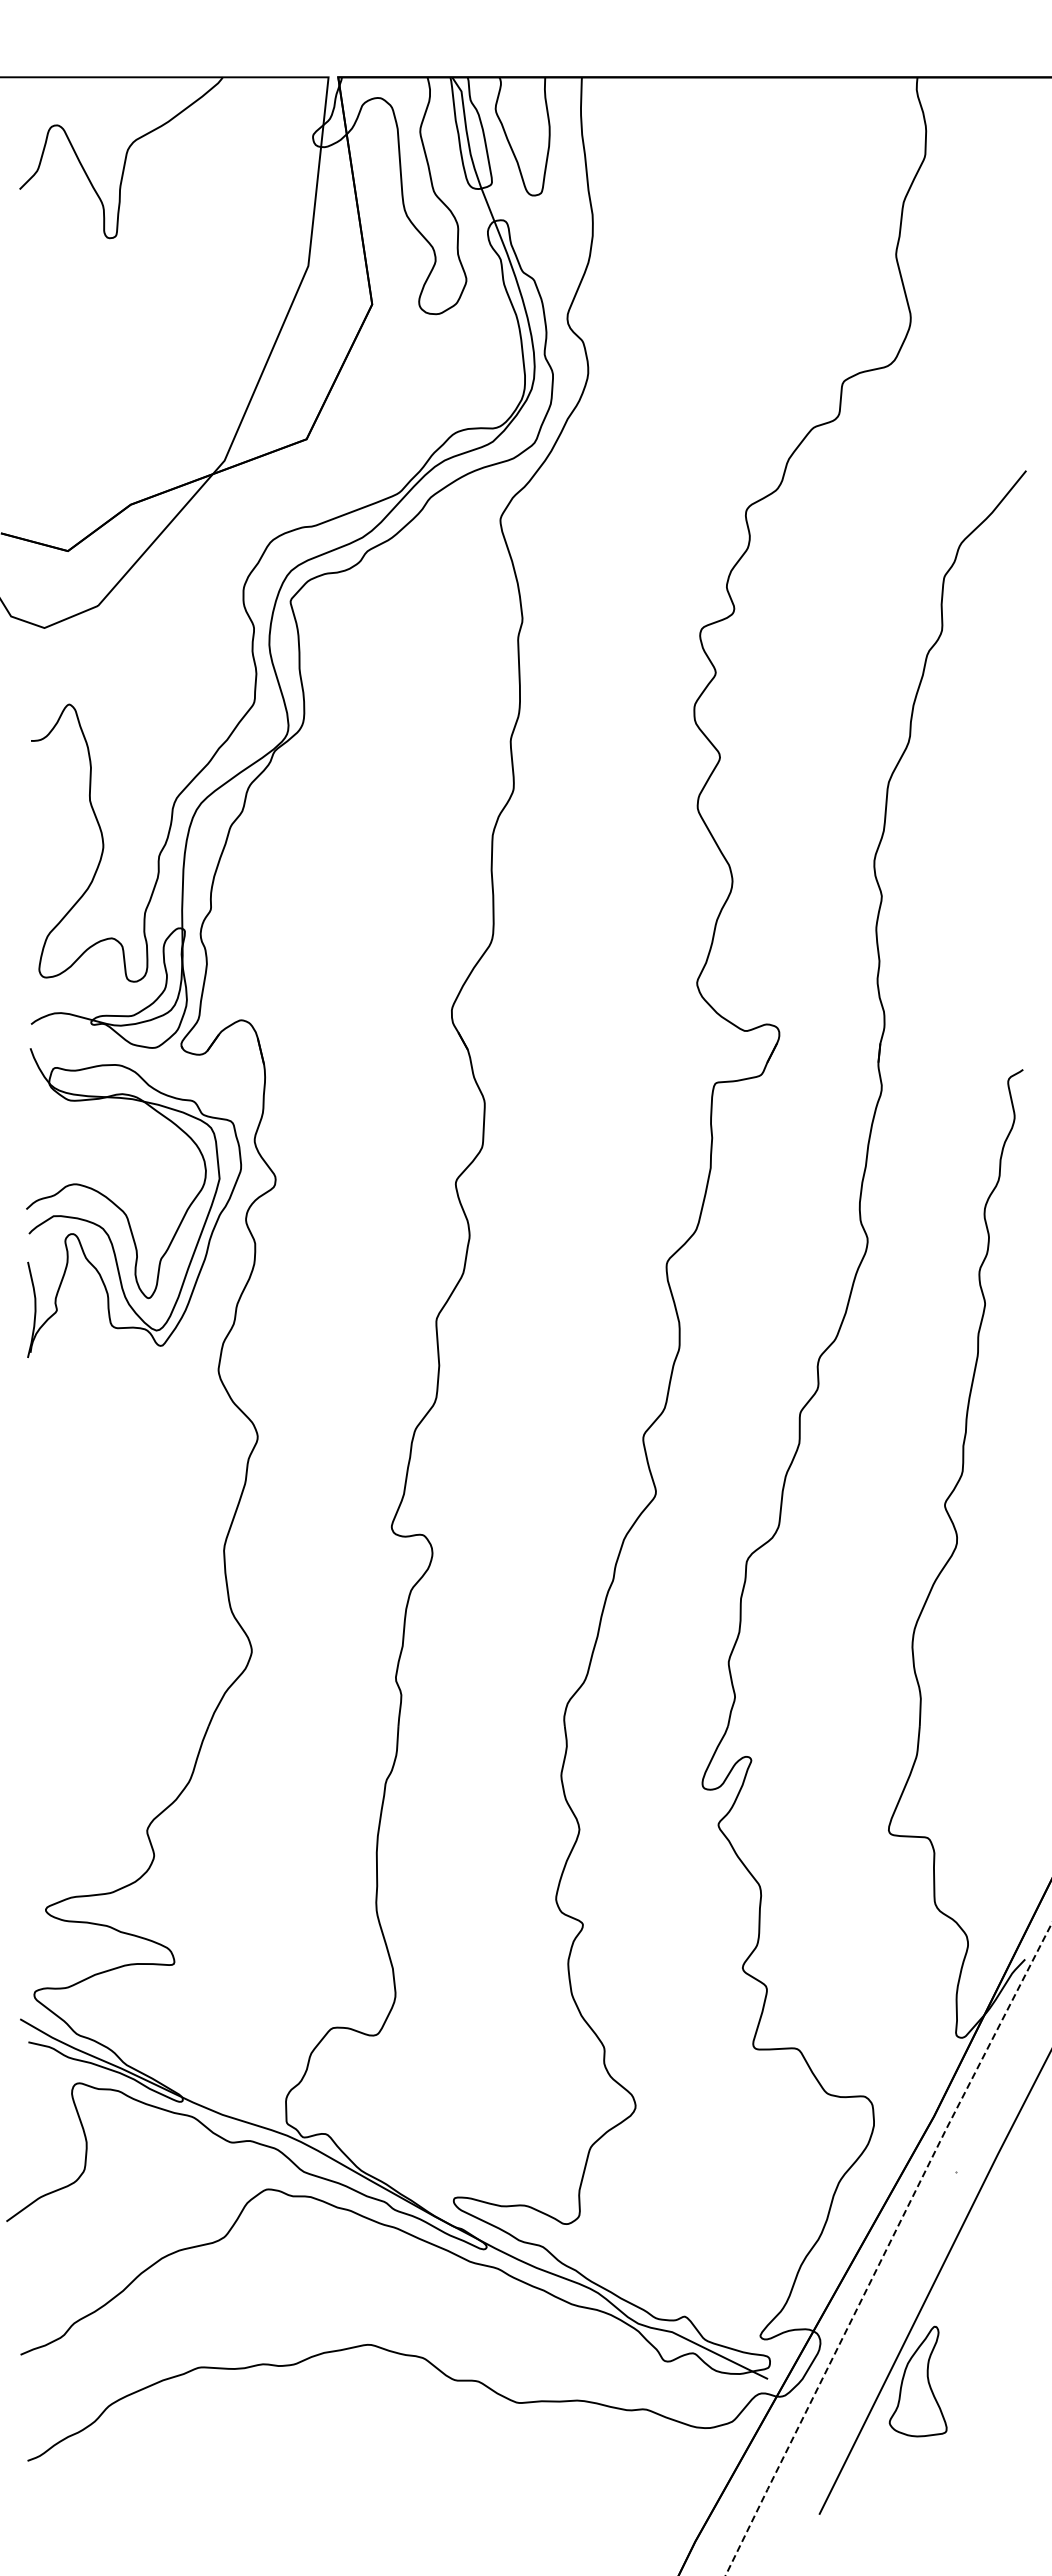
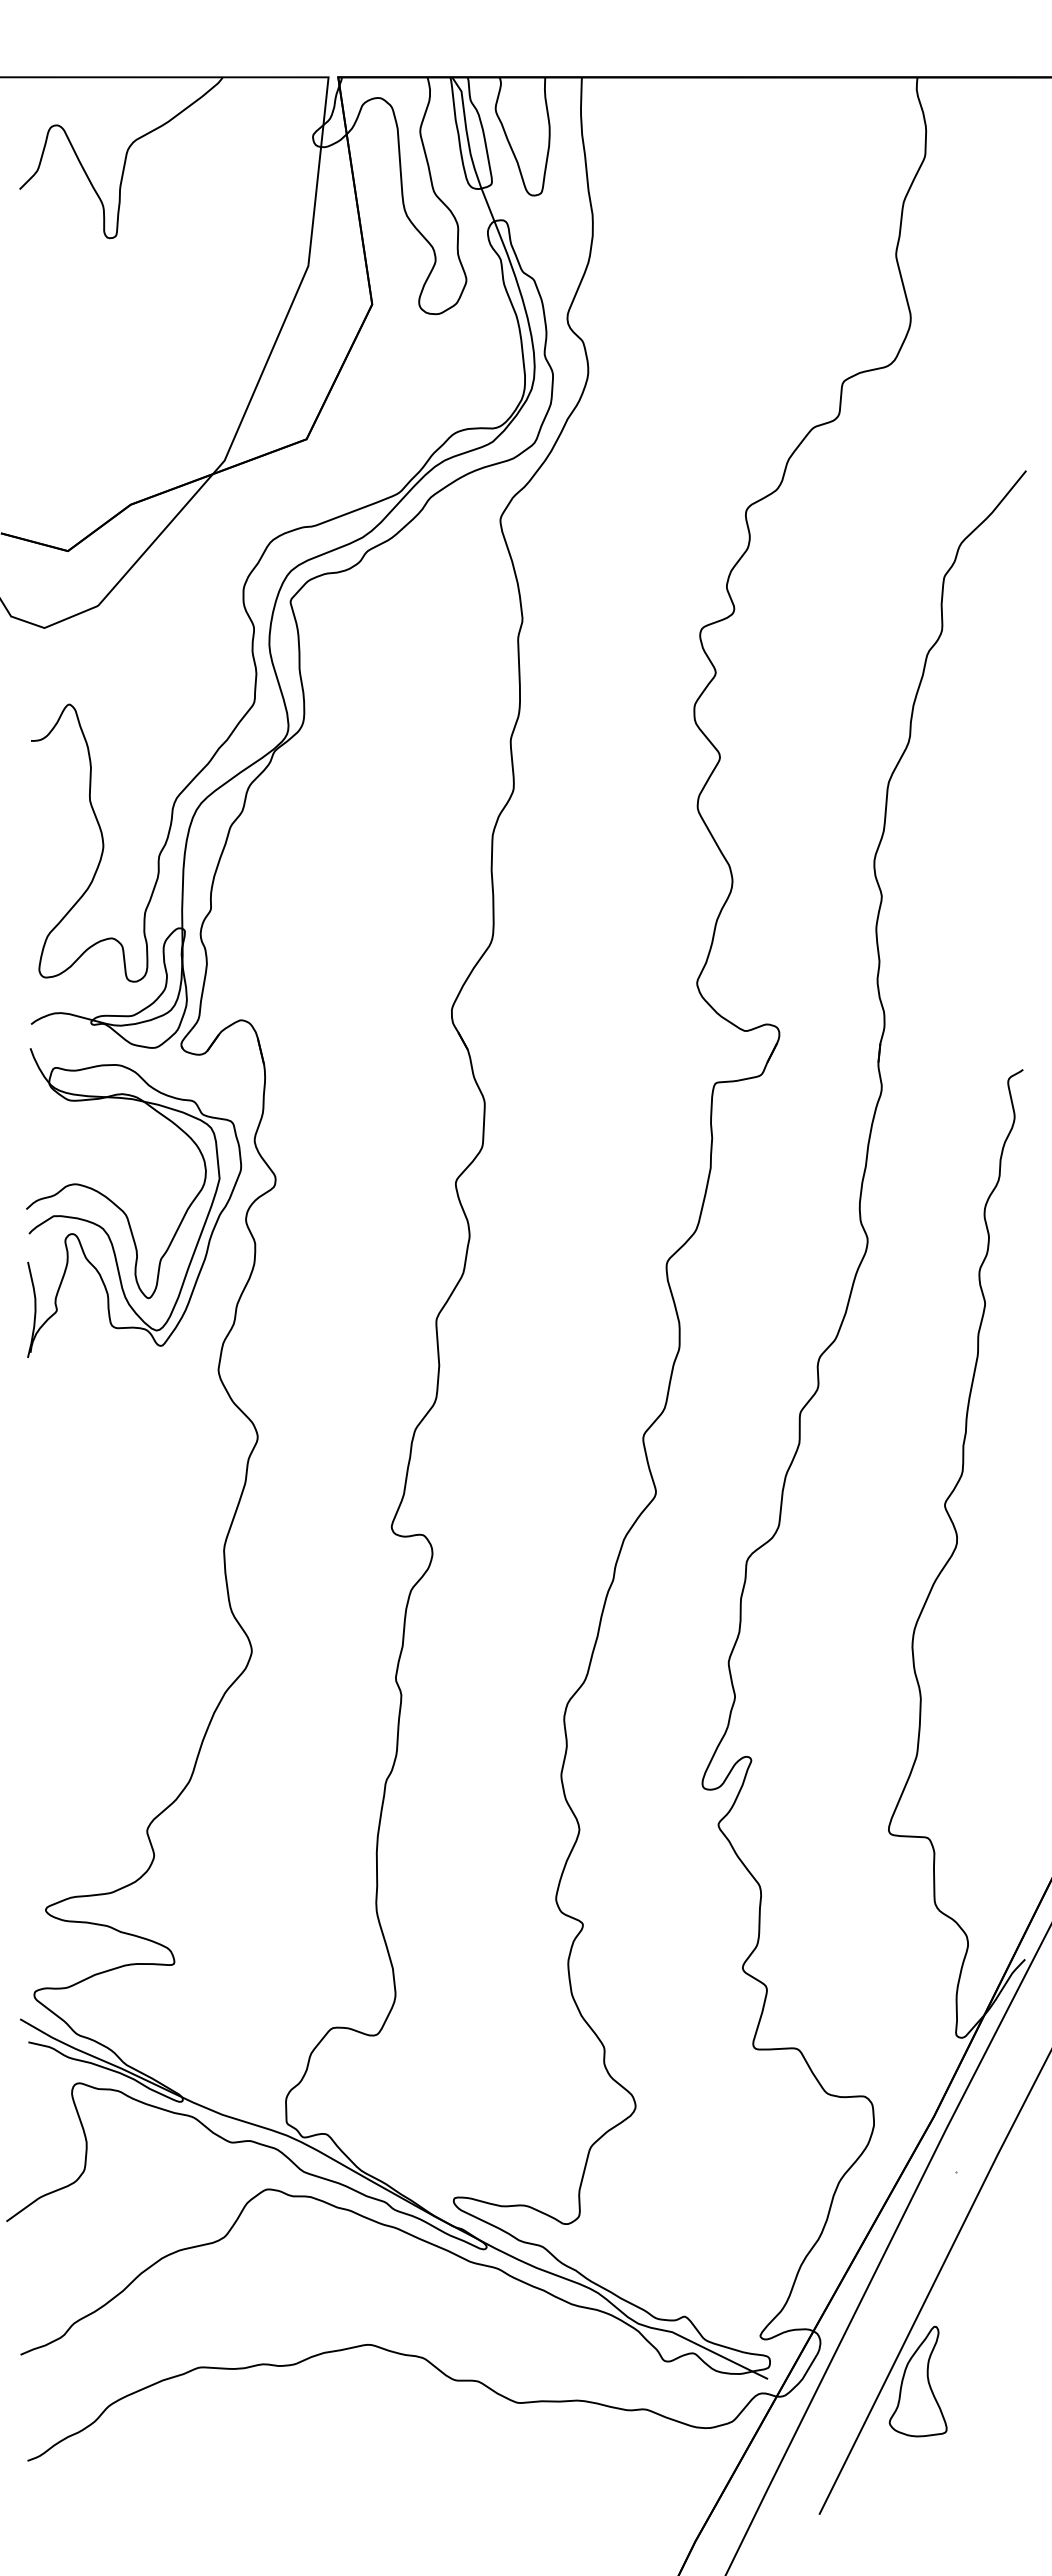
line at (887, 2248): dashed -> solid
